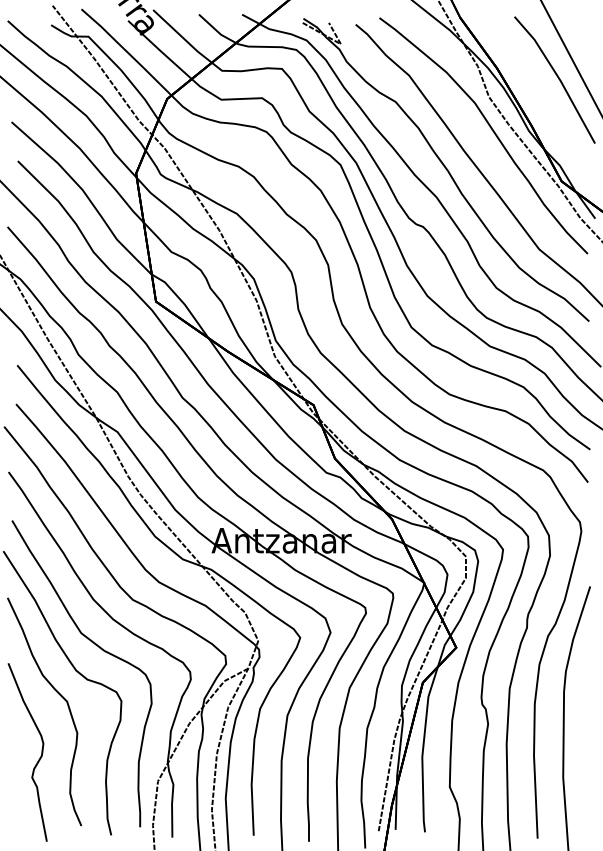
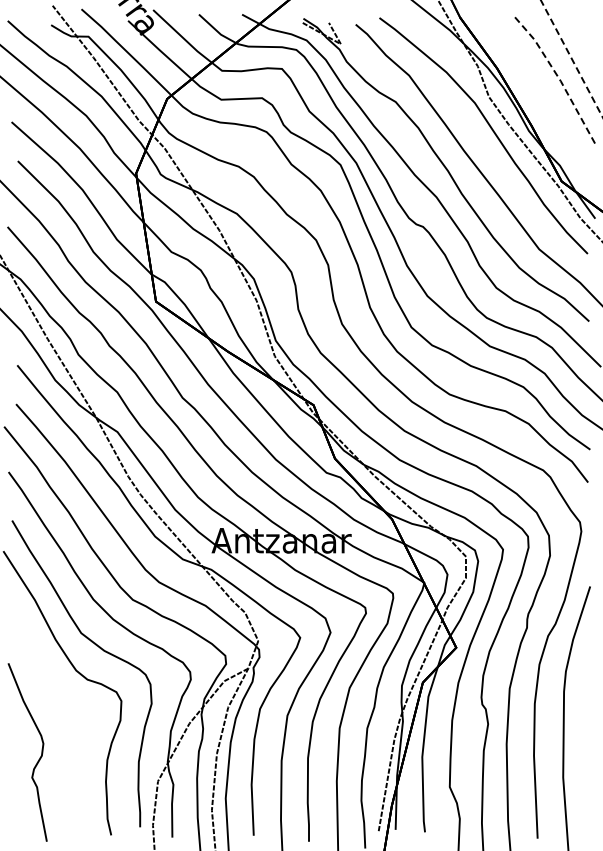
line at (571, 58): solid -> dashed
line at (558, 77): solid -> dashed
curve at (59, 695): present -> none
